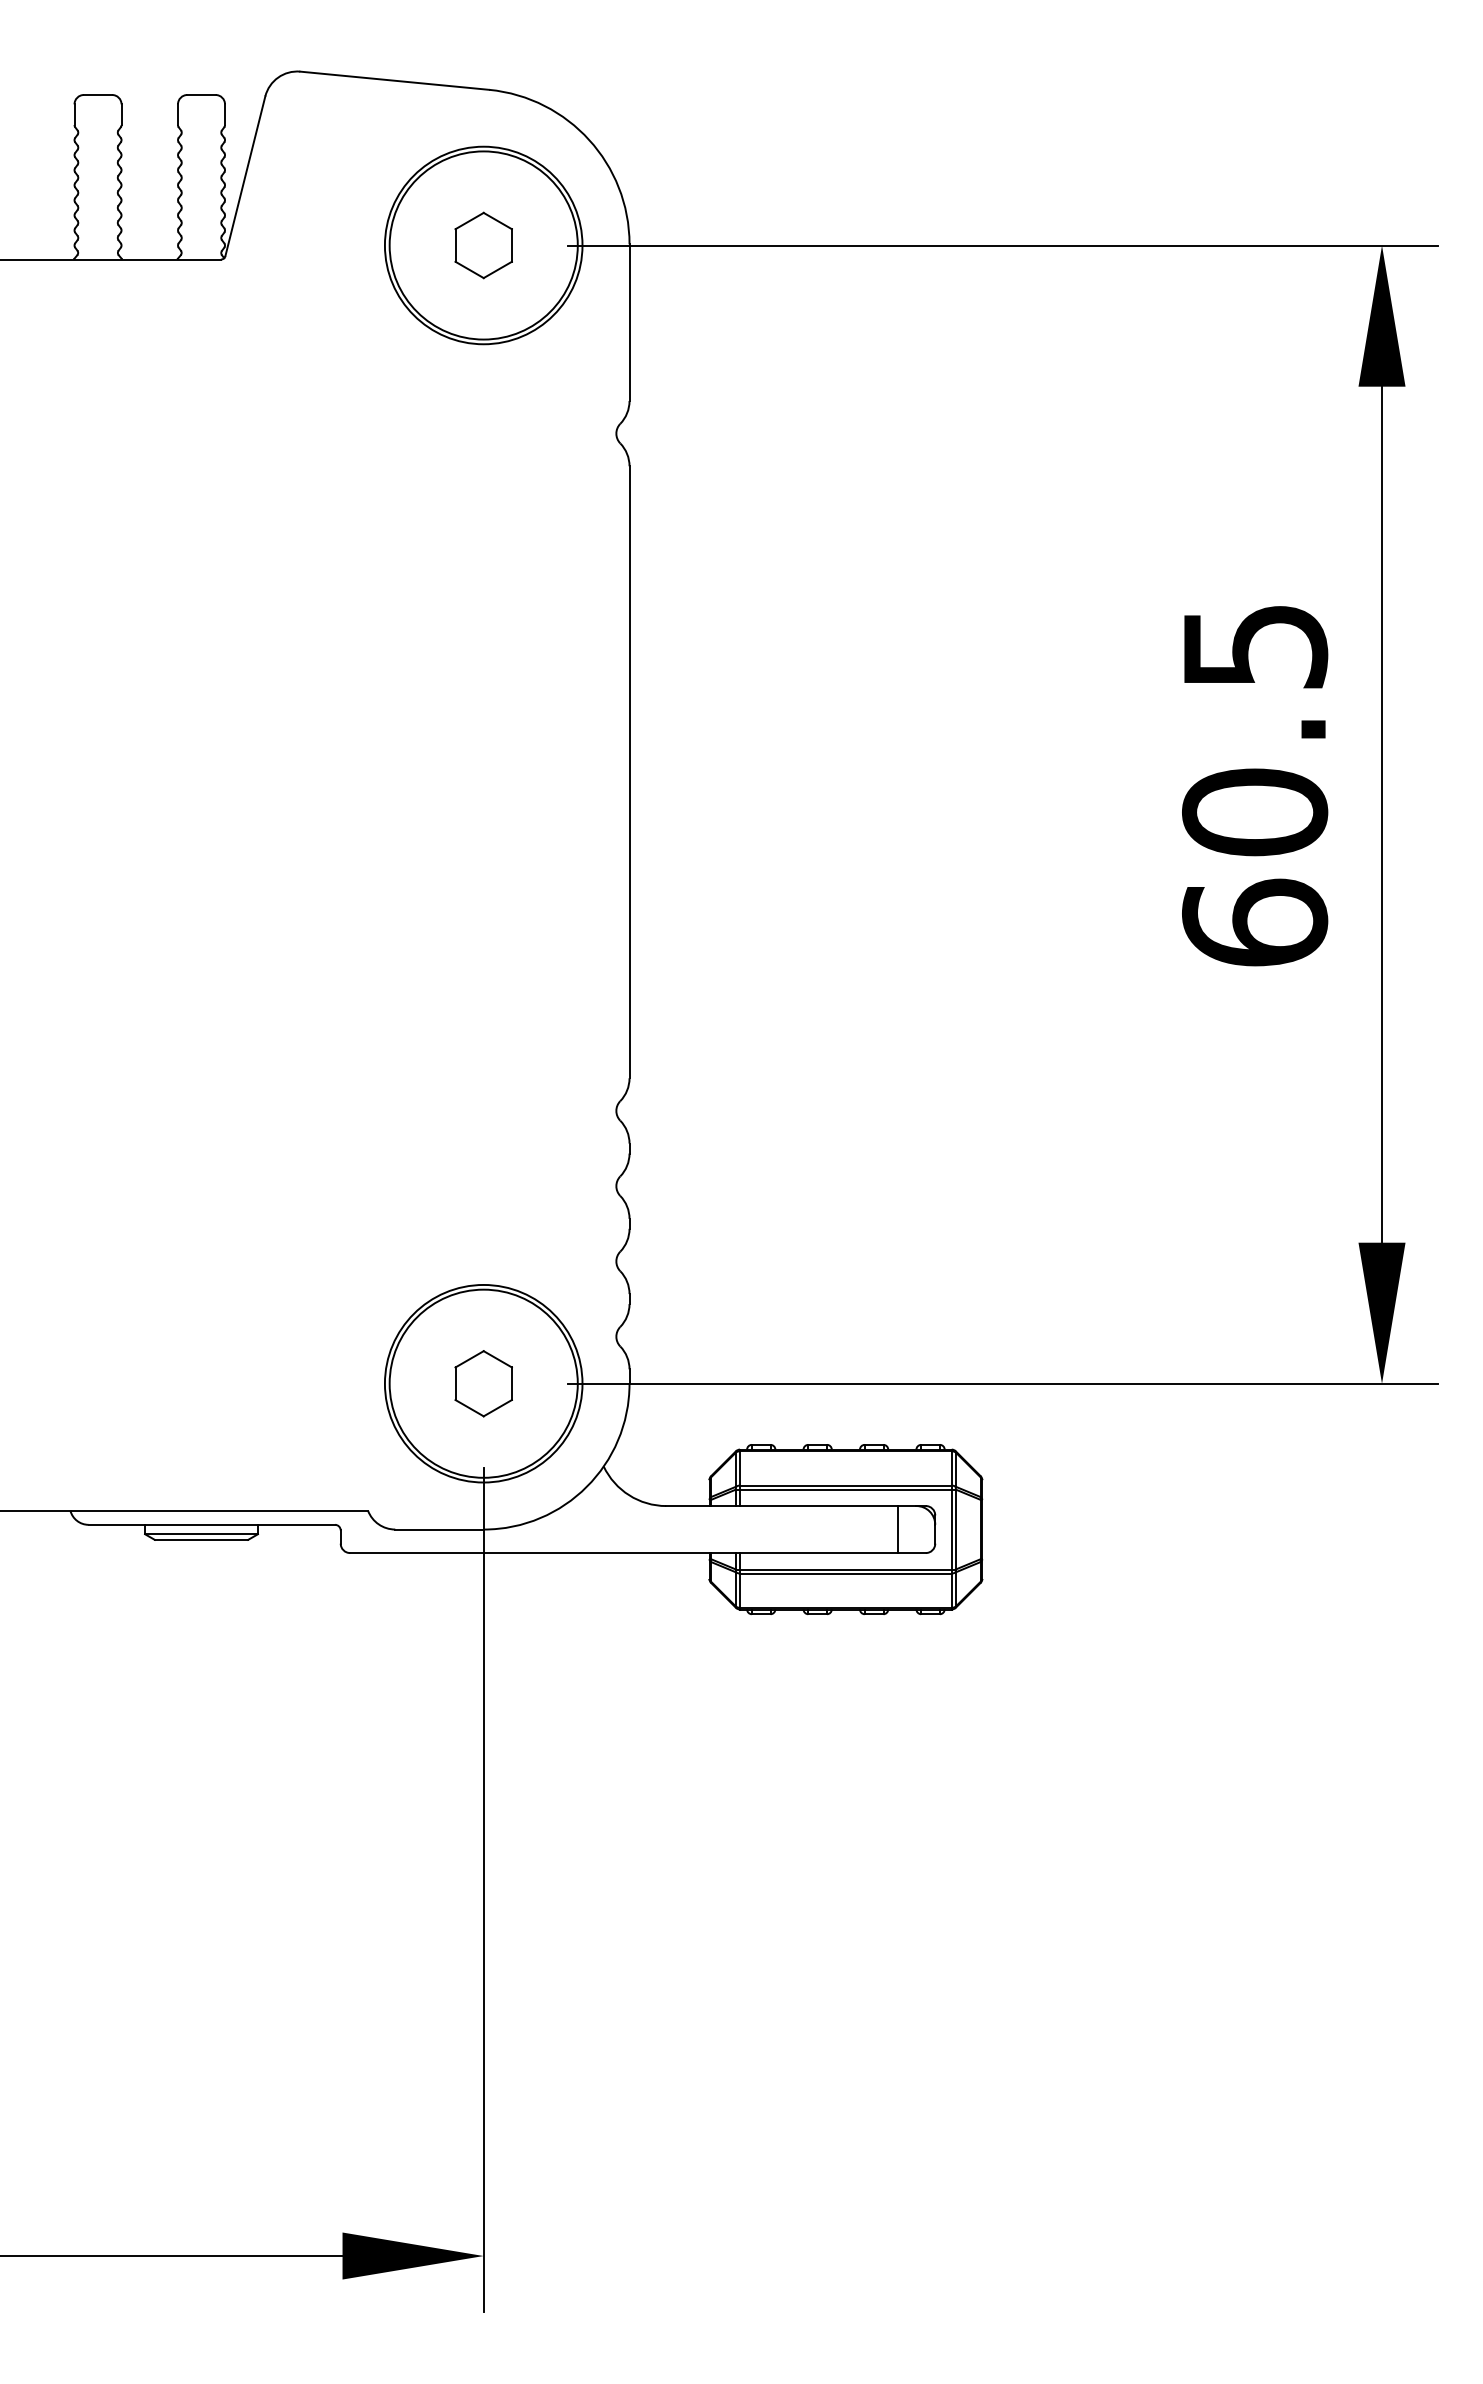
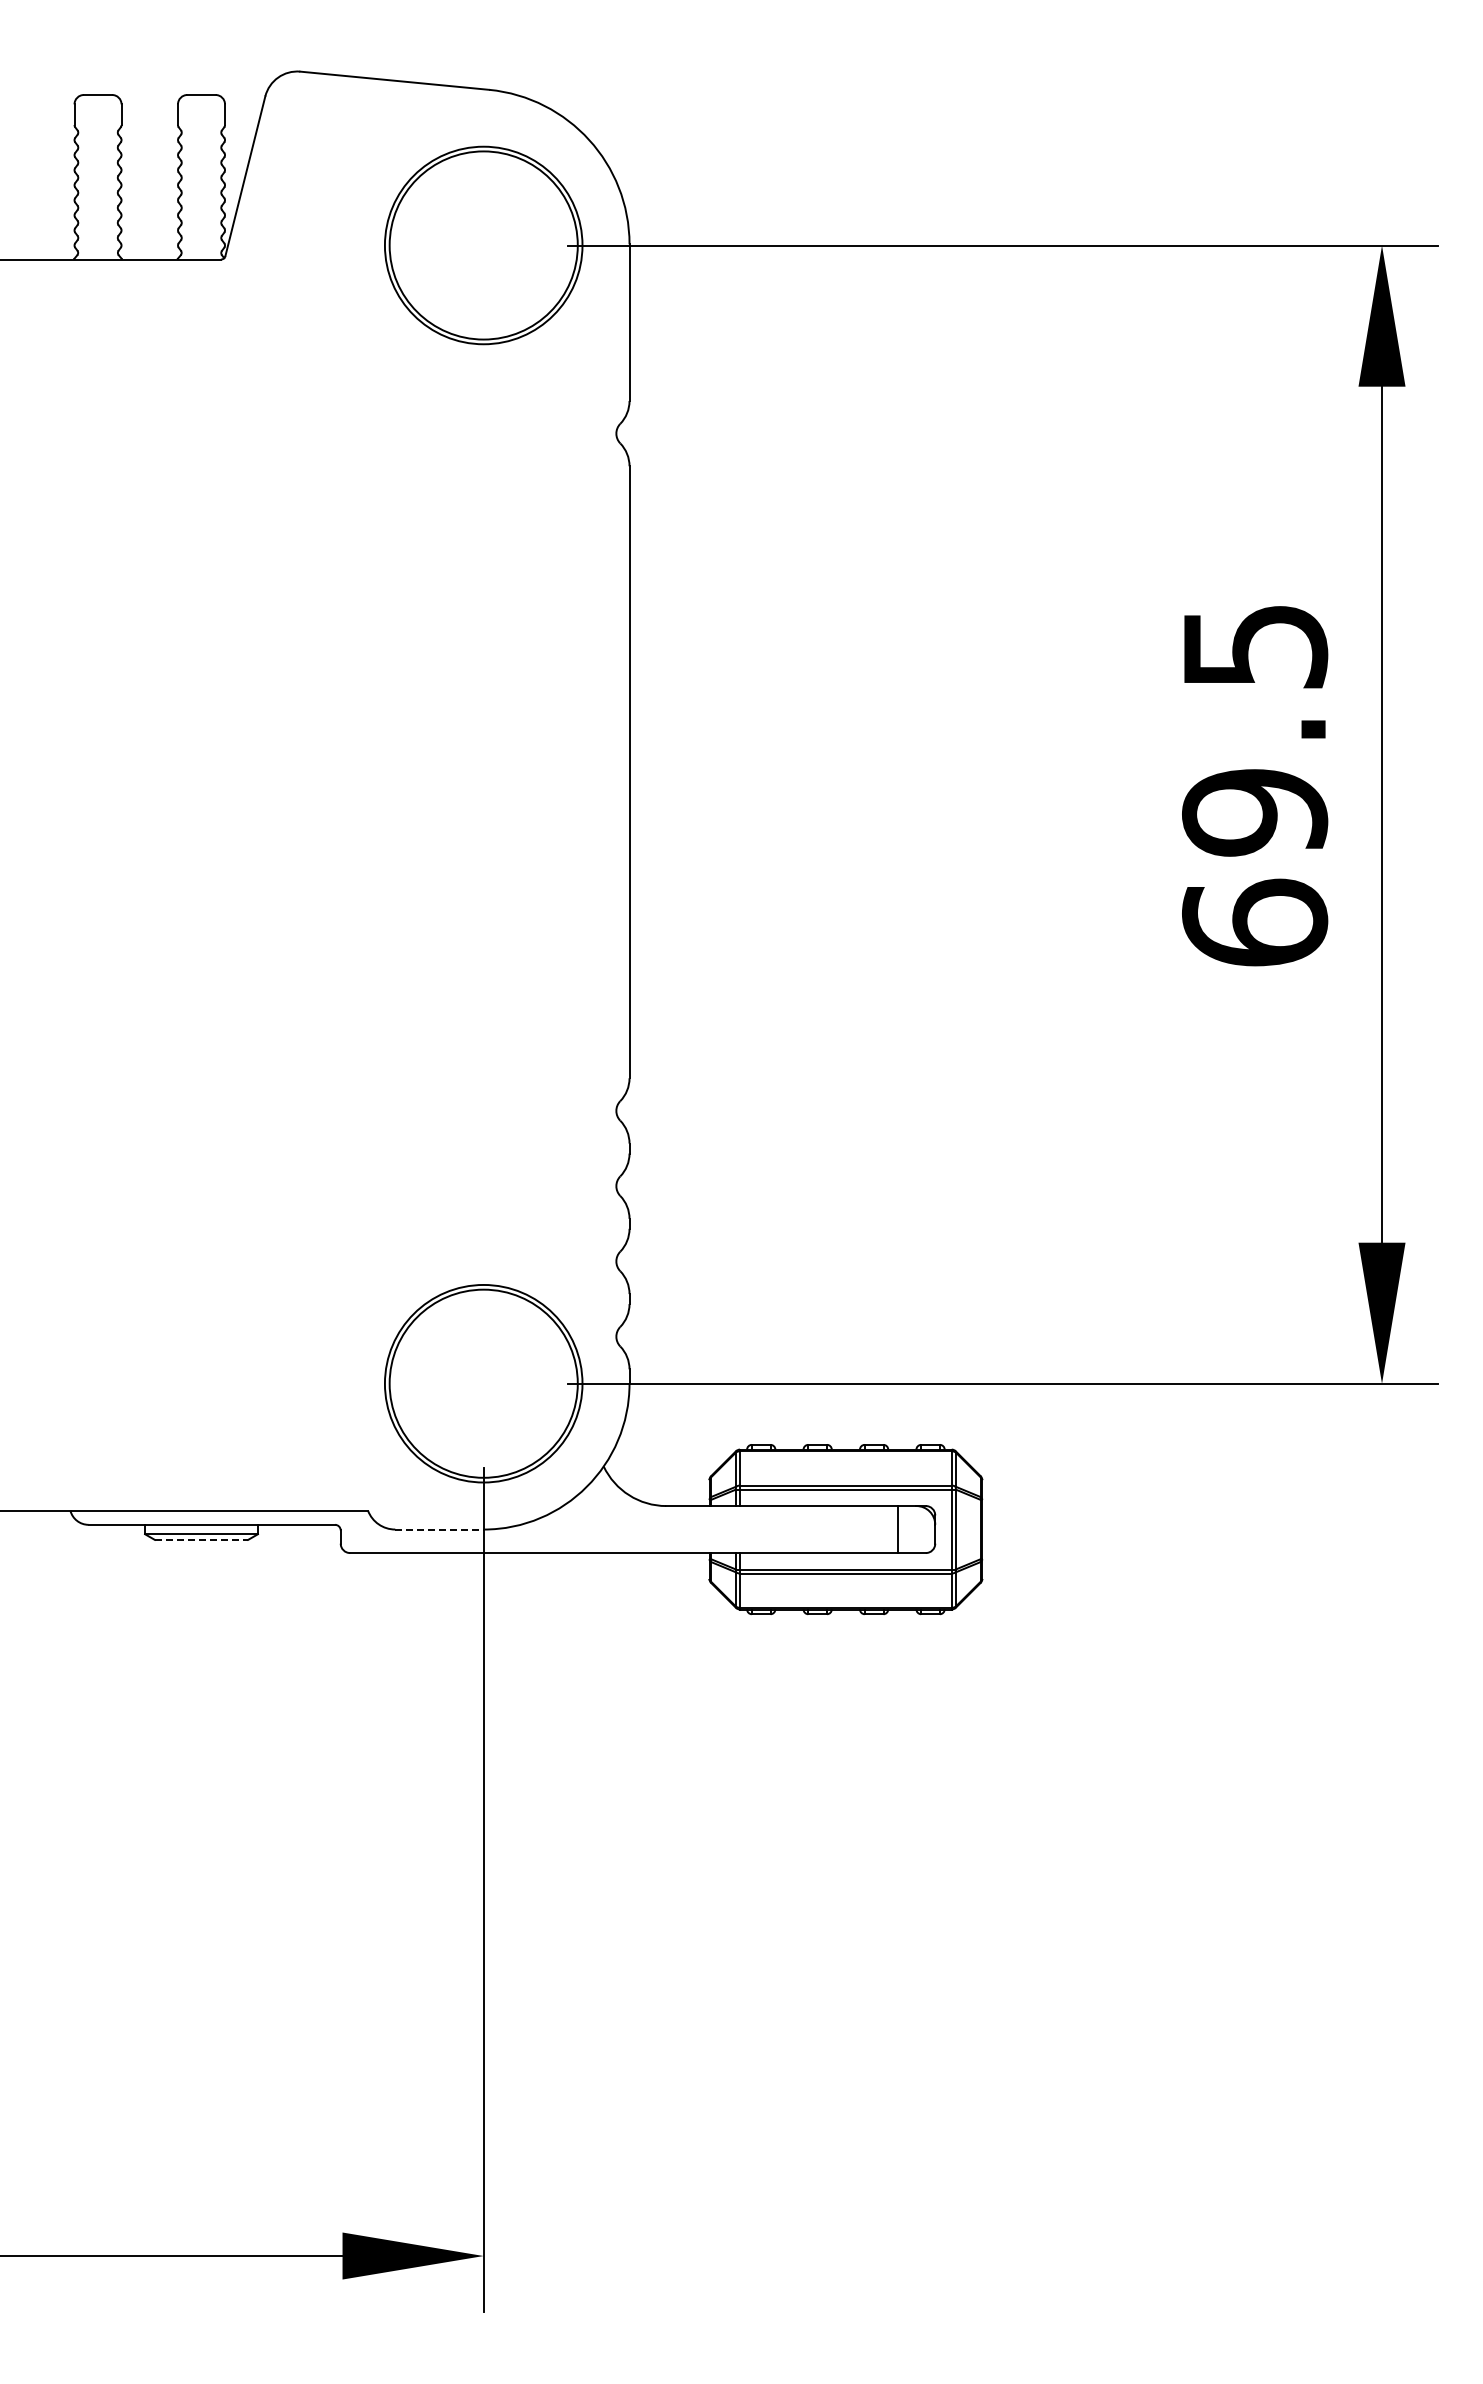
part at (483, 245): present -> none
text at (1255, 812): 60.5 -> 69.5
part at (483, 1383): present -> none
line at (440, 1529): solid -> dashed
line at (201, 1539): solid -> dashed
